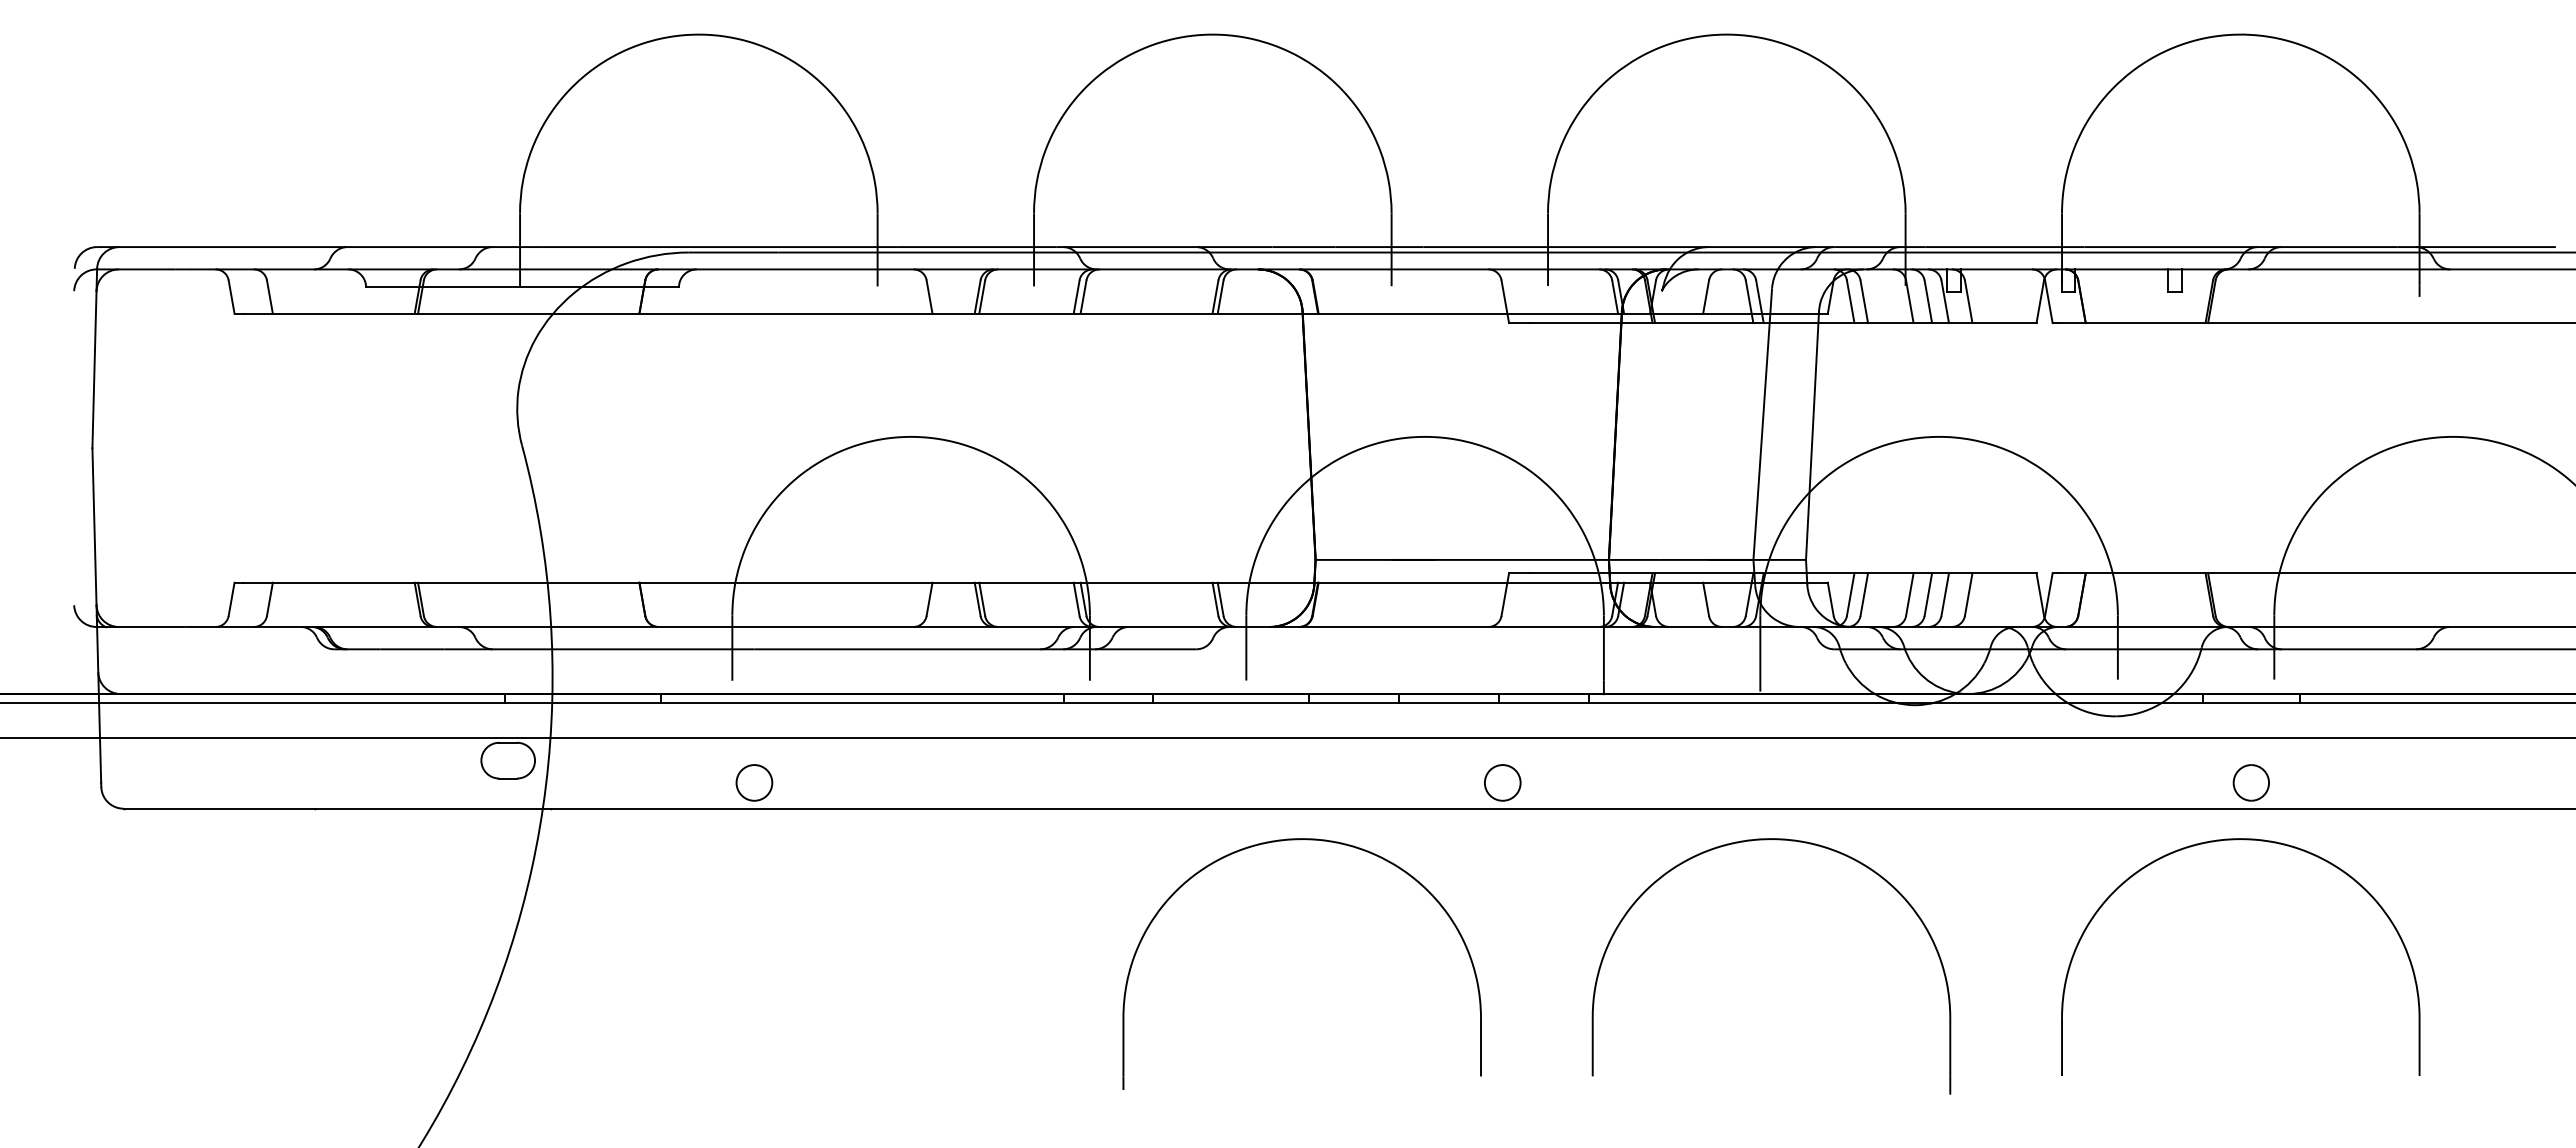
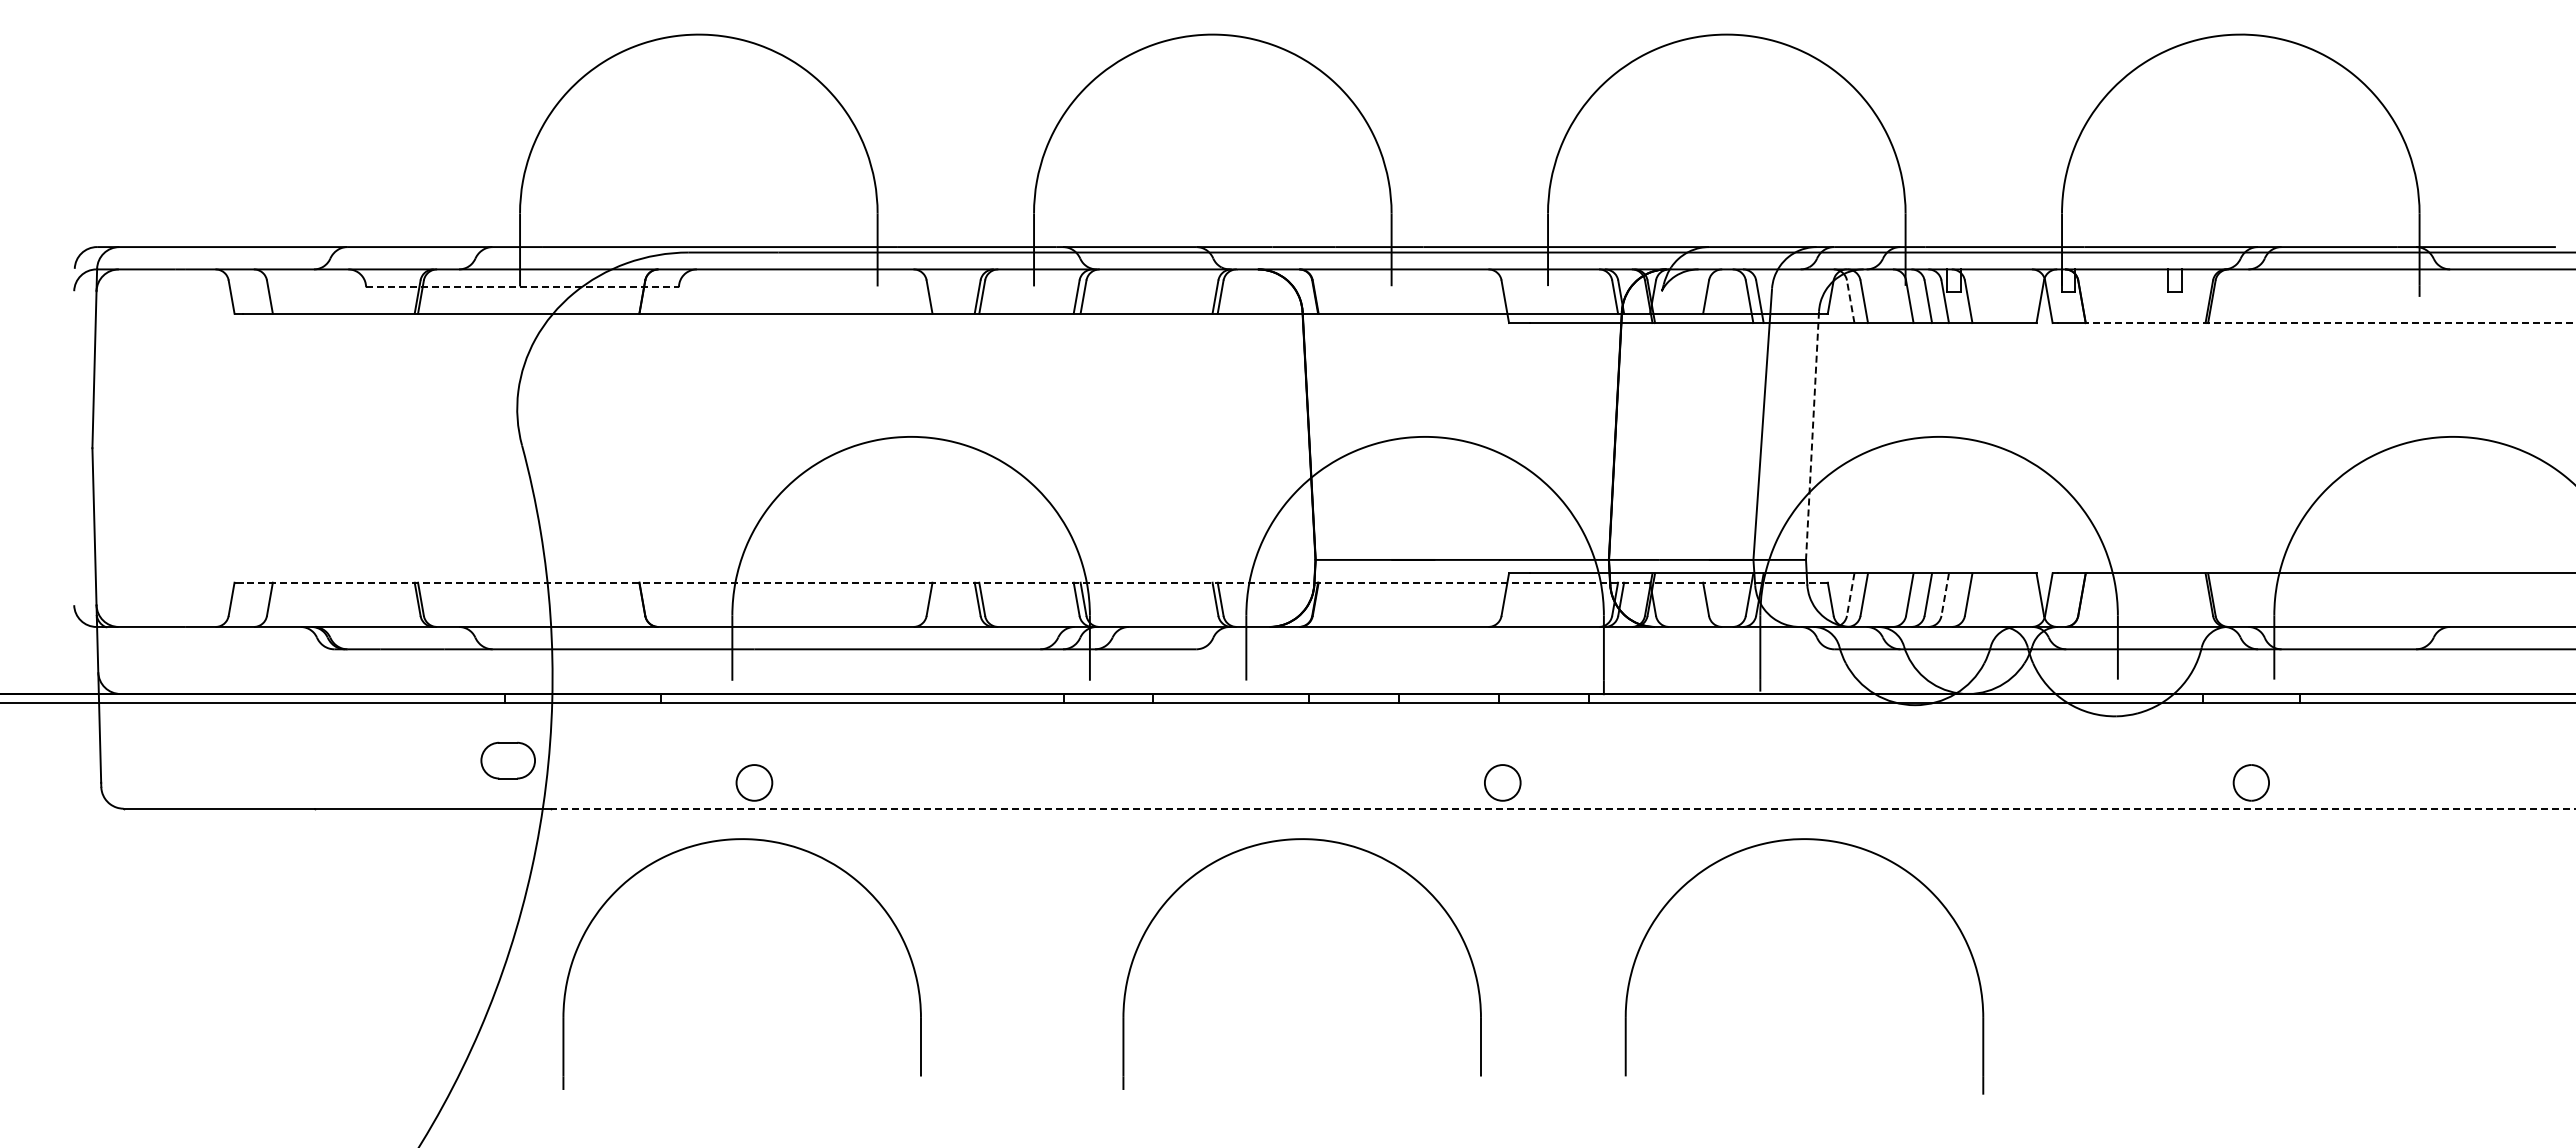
line at (523, 287): solid -> dashed
line at (1850, 301): solid -> dashed
line at (2331, 323): solid -> dashed
line at (1812, 436): solid -> dashed
line at (1034, 582): solid -> dashed
line at (1850, 594): solid -> dashed
line at (1945, 594): solid -> dashed
line at (1287, 738): present -> none
line at (1562, 808): solid -> dashed
part at (738, 840): none -> present
part at (1767, 840) position: (1767, 840) -> (1800, 840)
part at (2237, 840): present -> none
